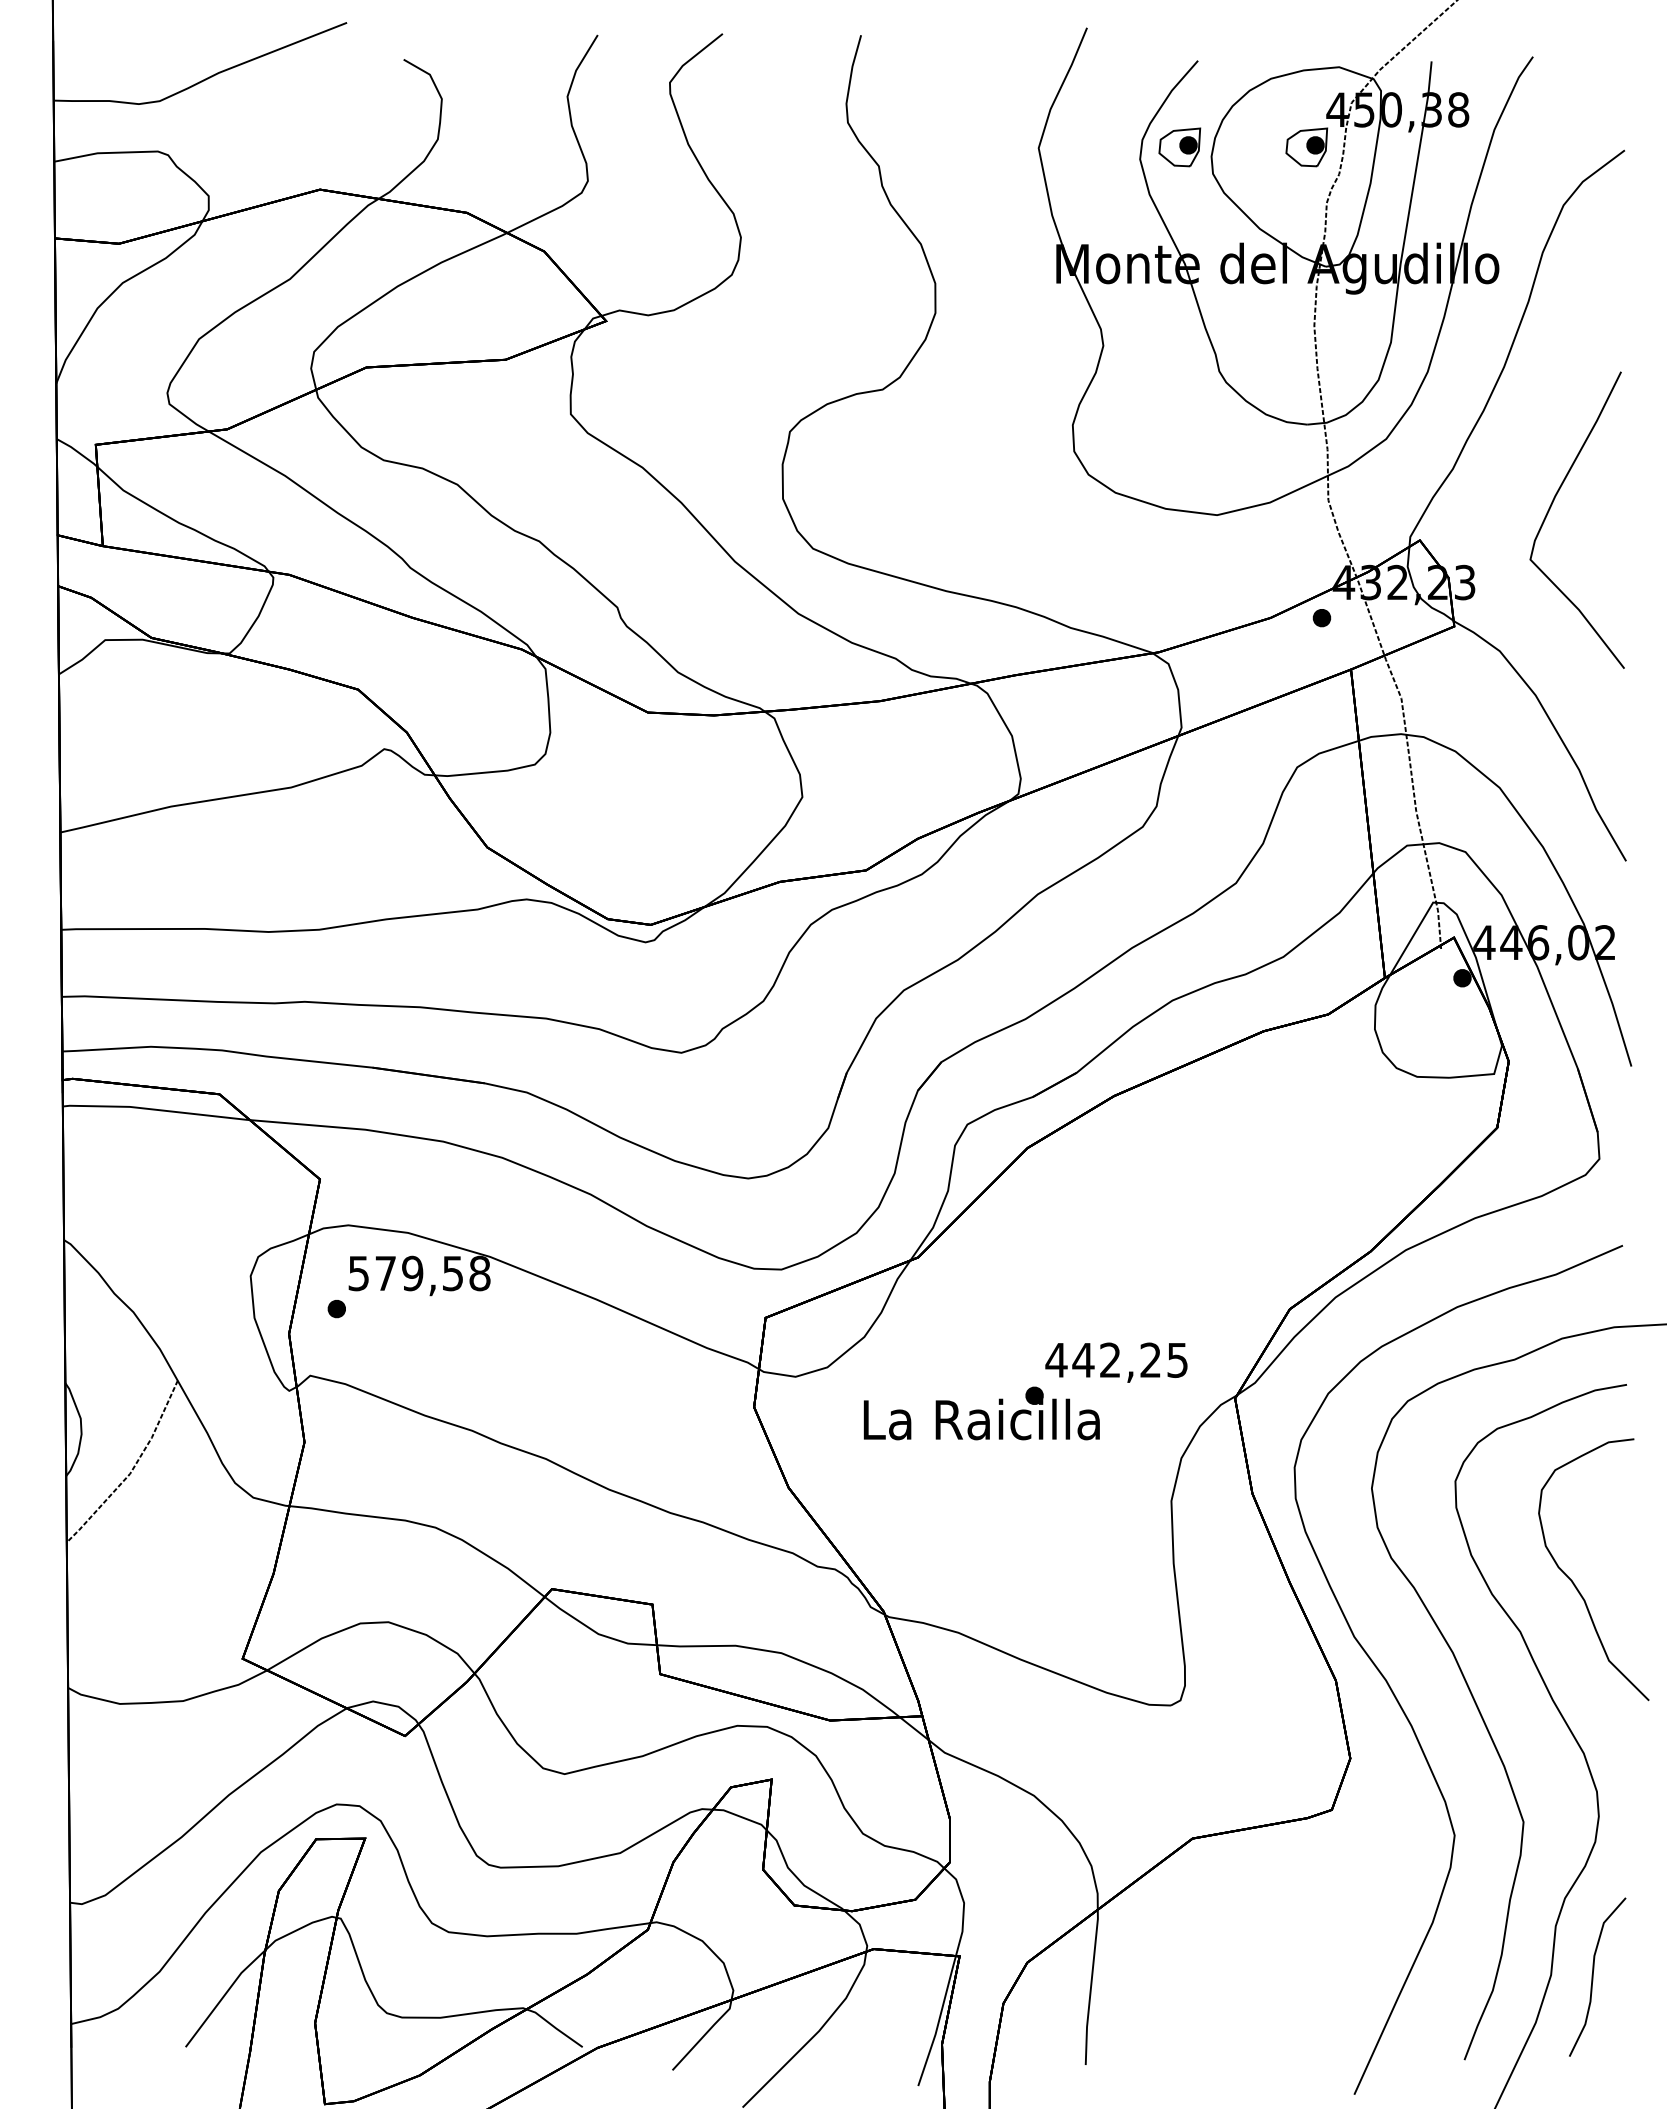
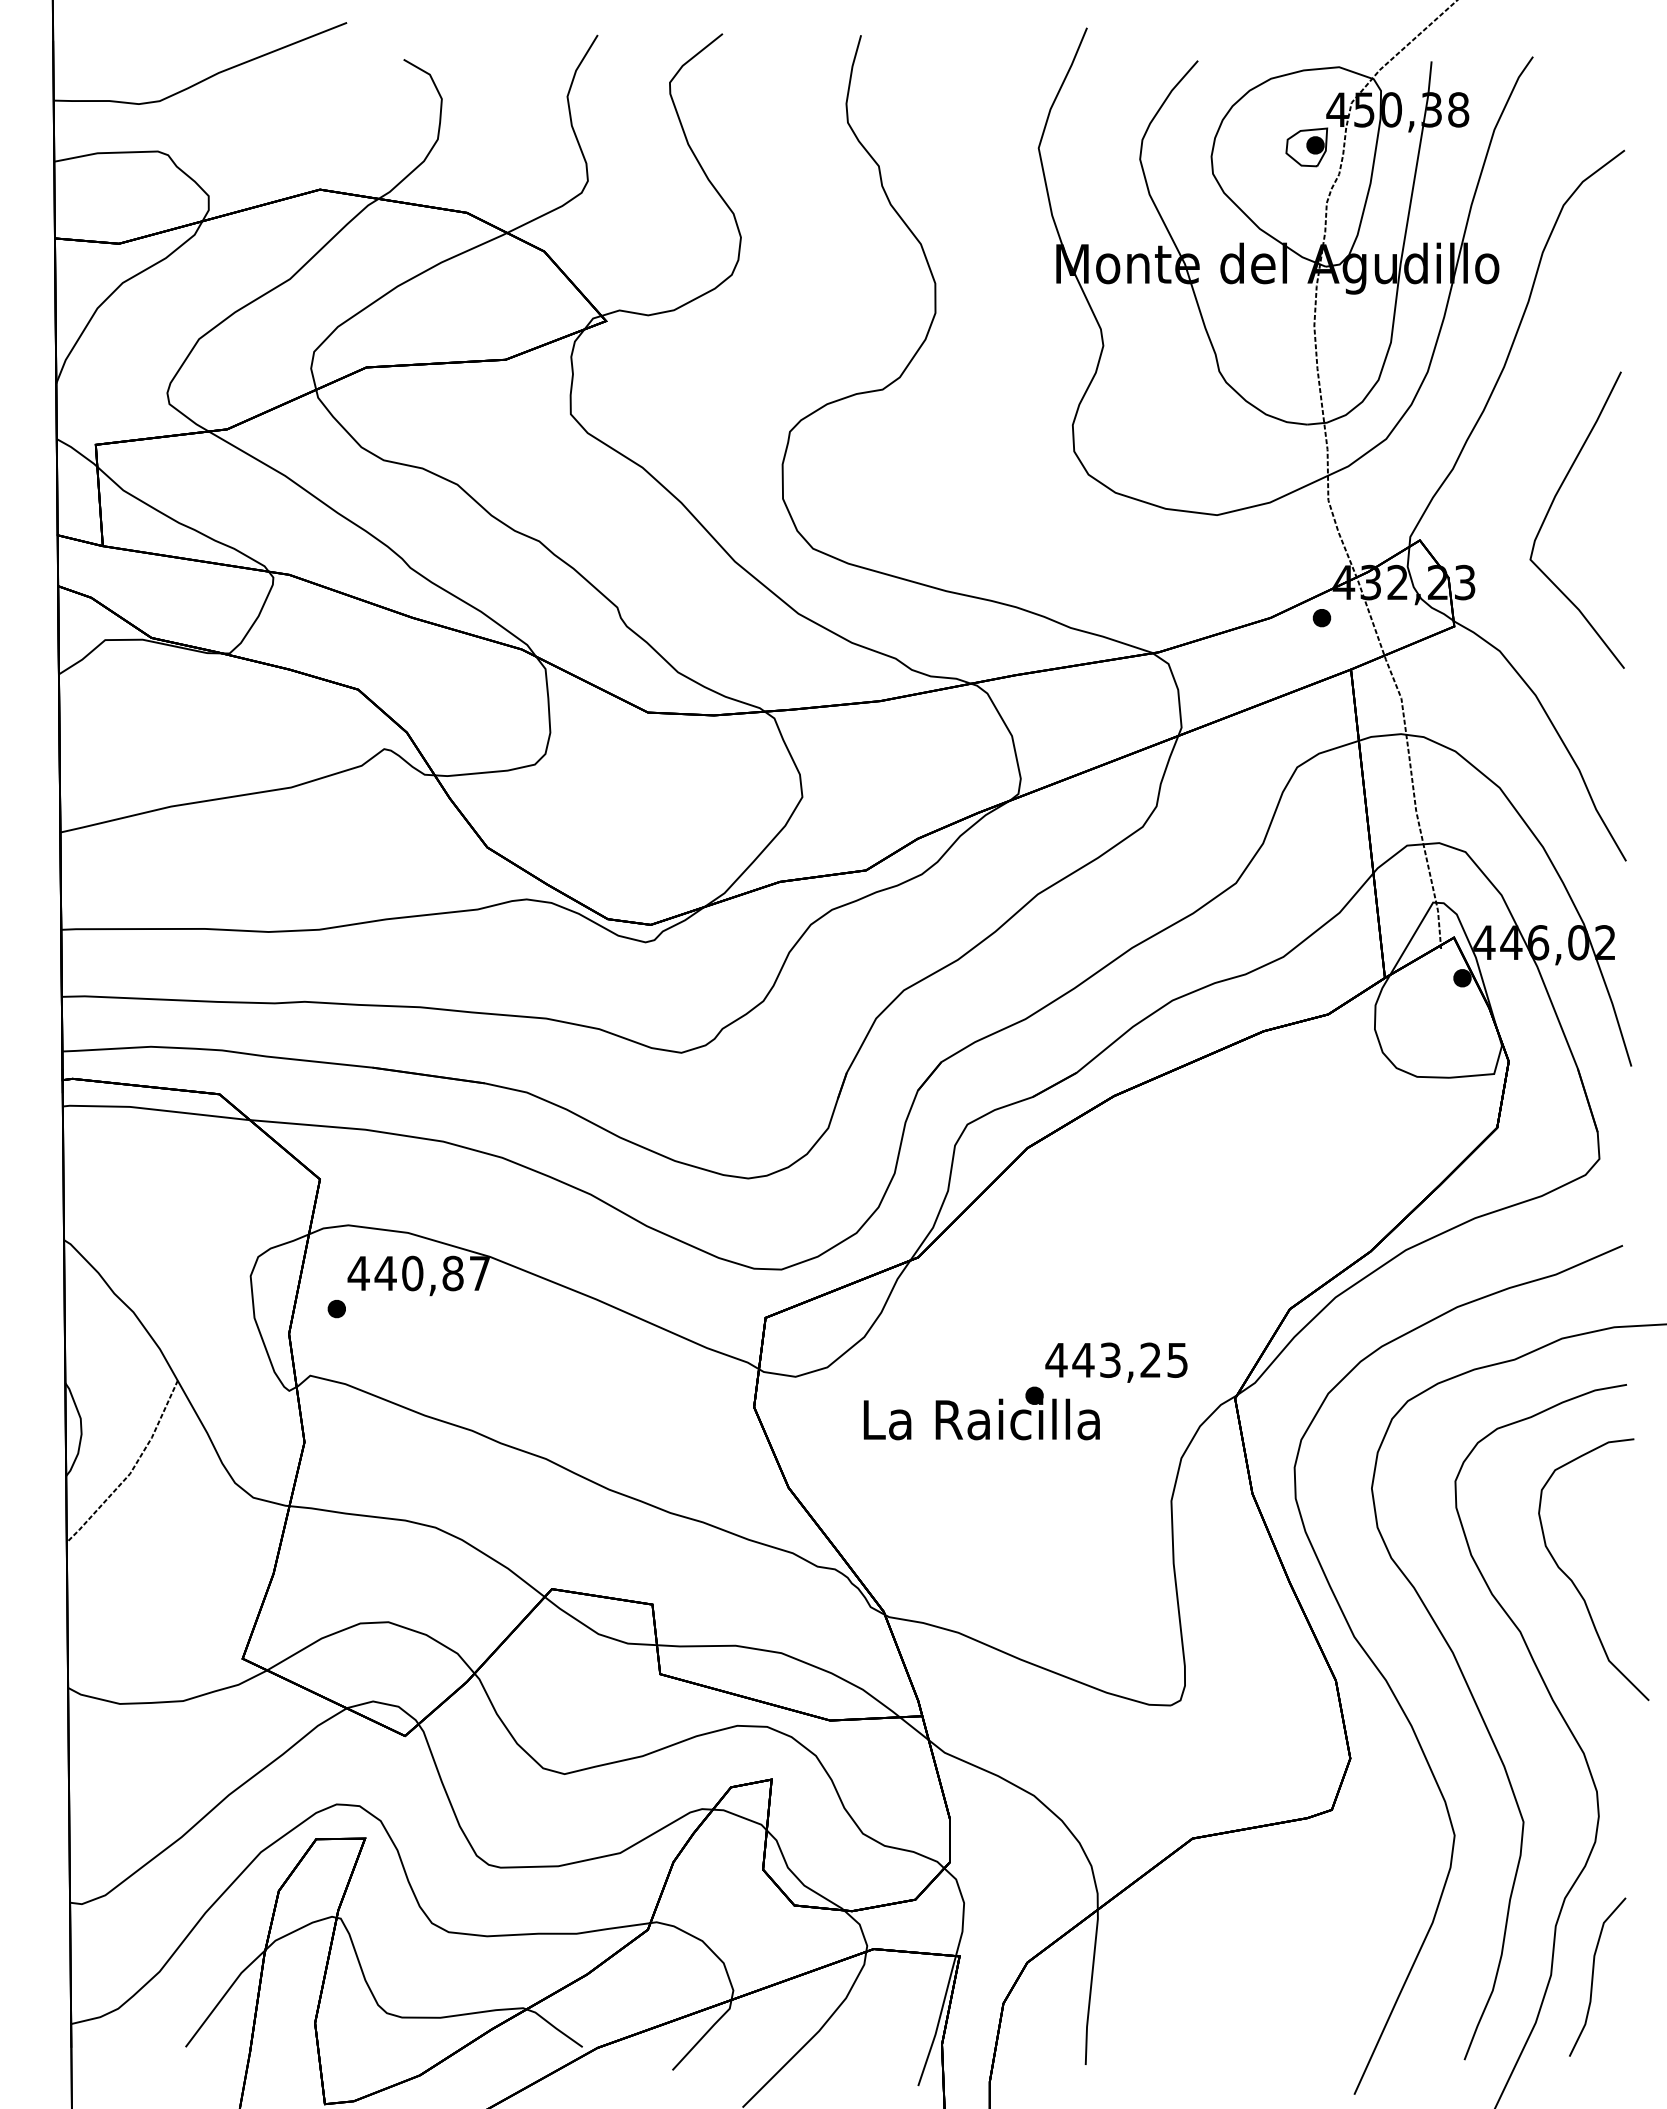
part at (1179, 147): present -> none
text at (418, 1273): 579,58 -> 440,87
text at (1110, 1360): 442,25 -> 443,25
